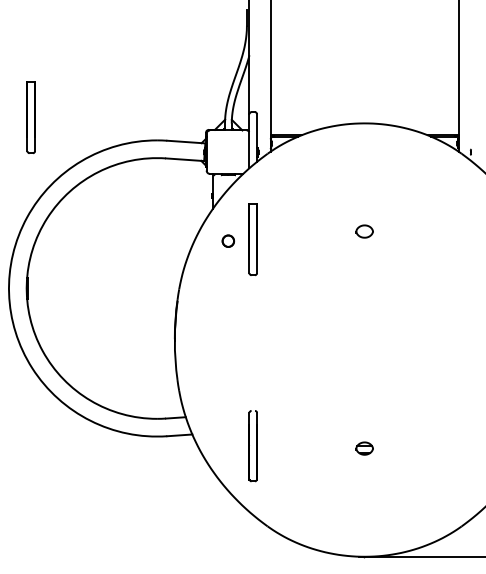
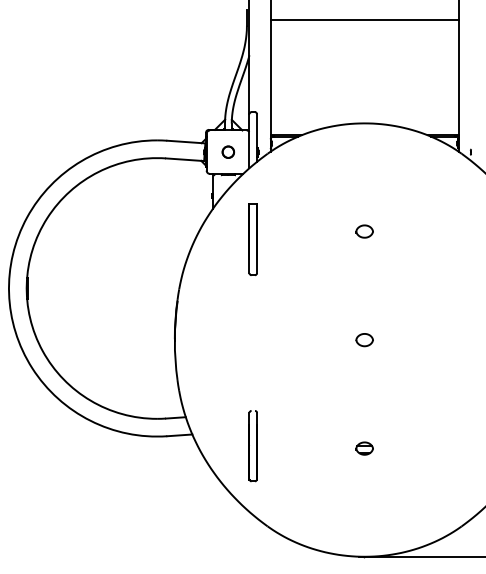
line at (364, 20): none -> present
part at (30, 117): present -> none
circle at (227, 240) position: (227, 240) -> (227, 151)
part at (364, 340): none -> present
